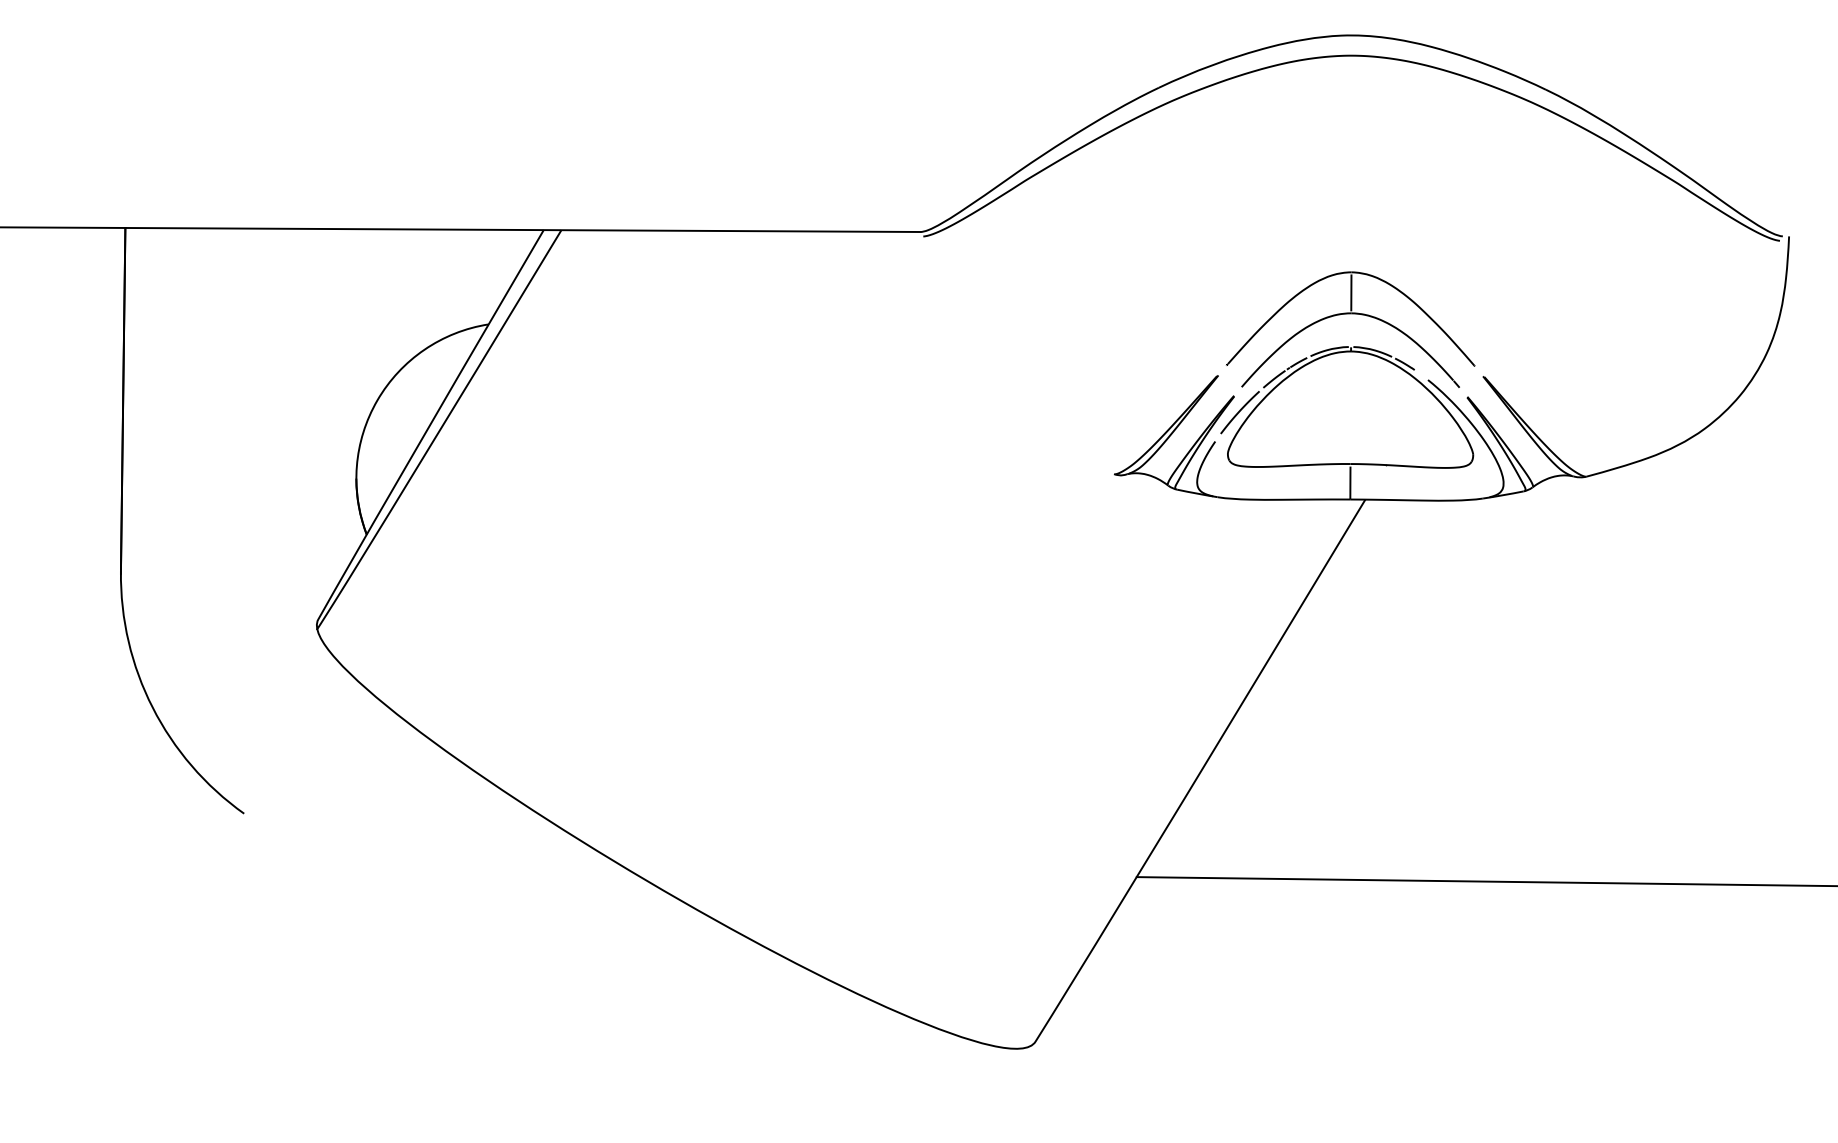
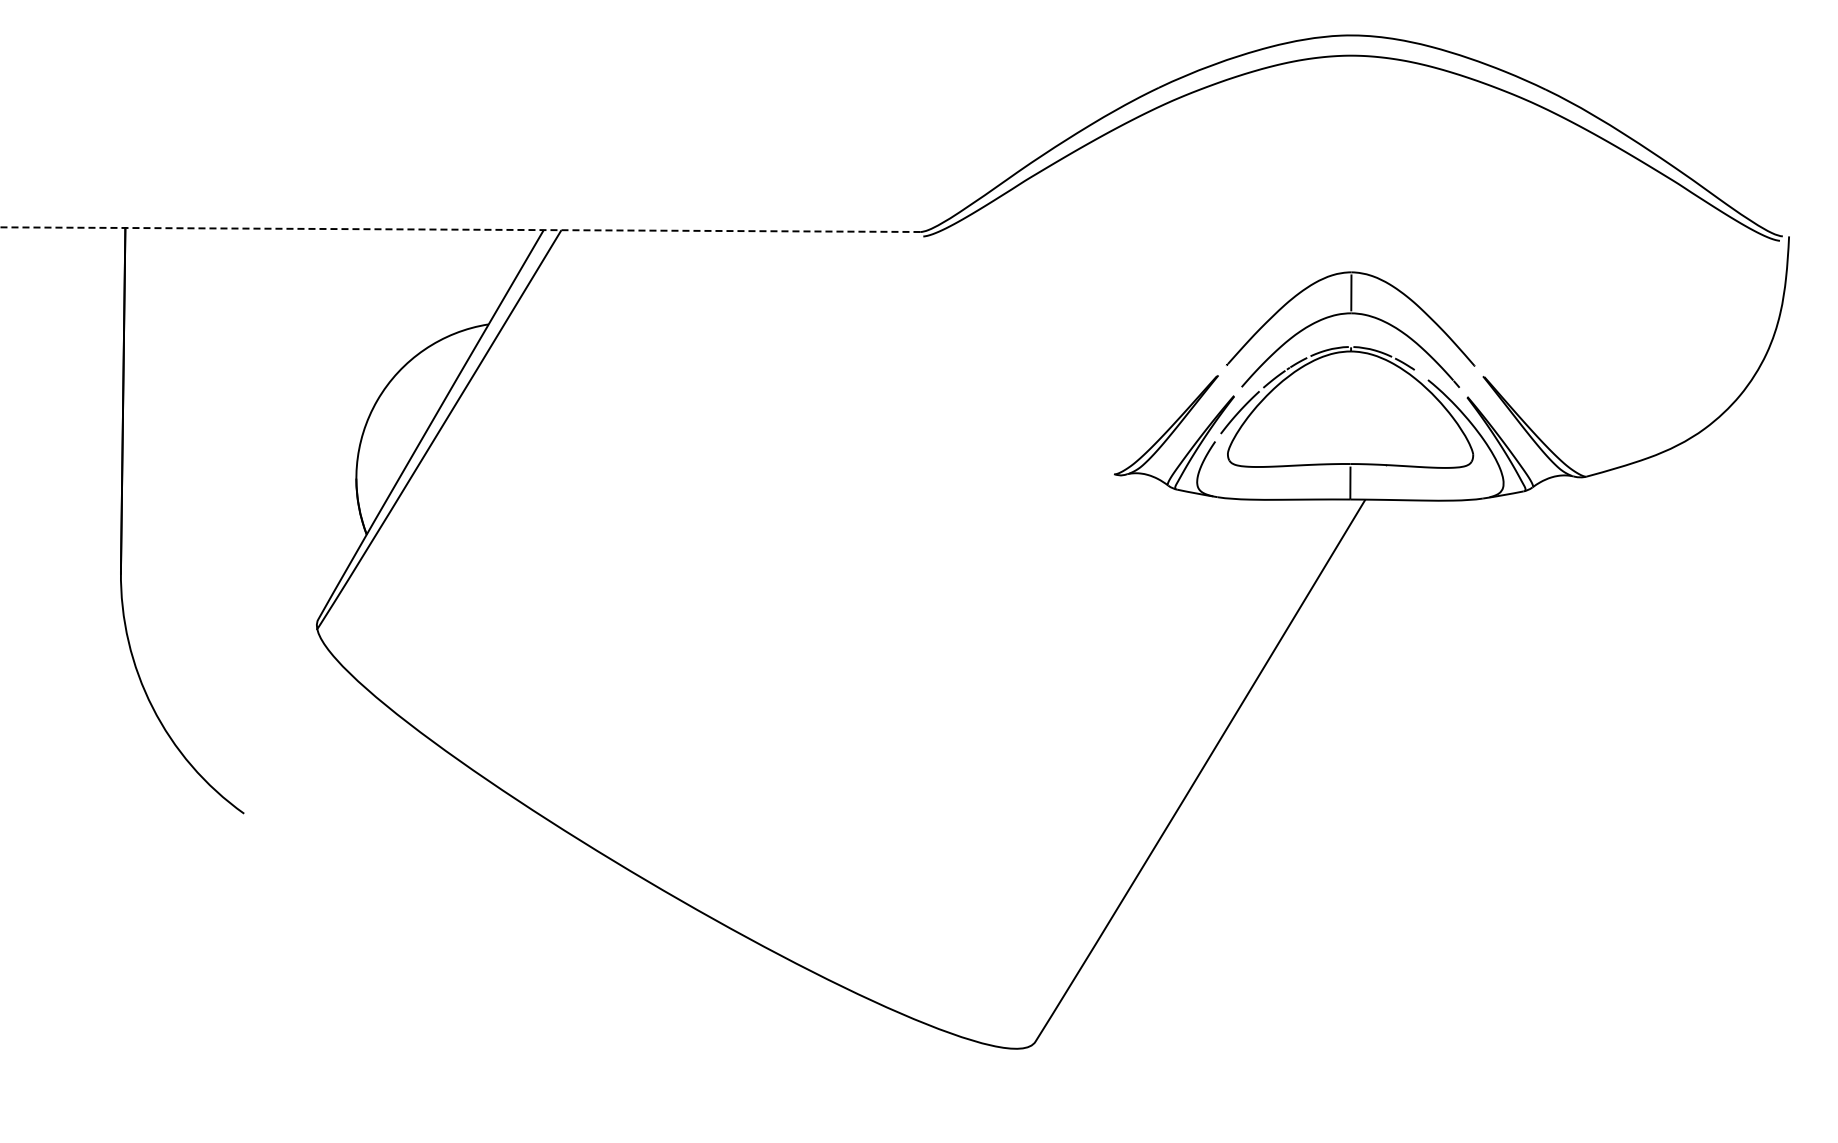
line at (460, 229): solid -> dashed
line at (1485, 881): present -> none
